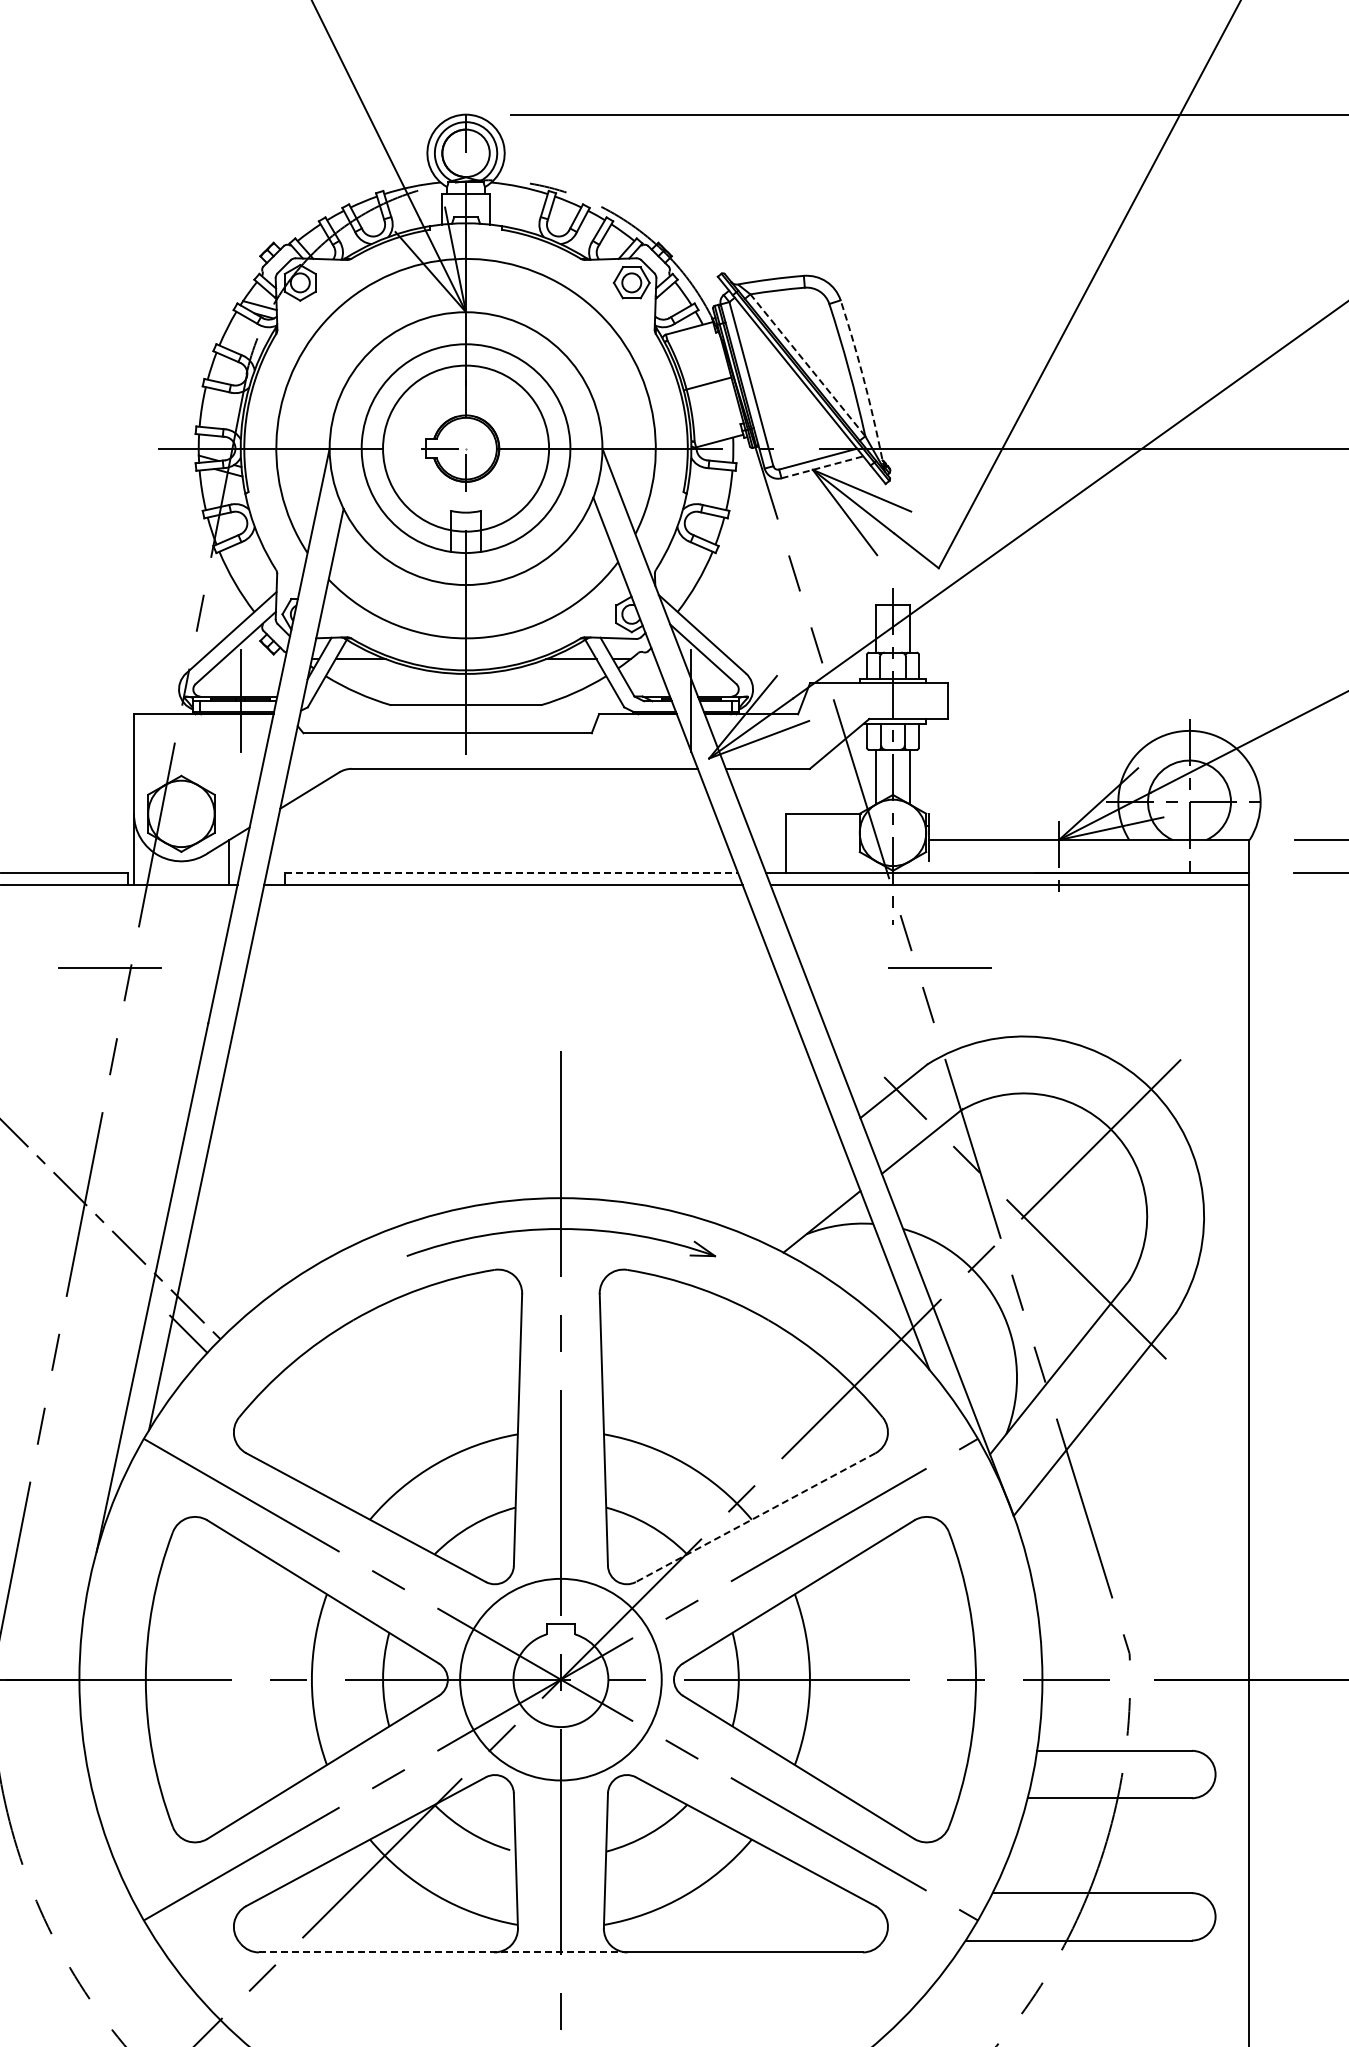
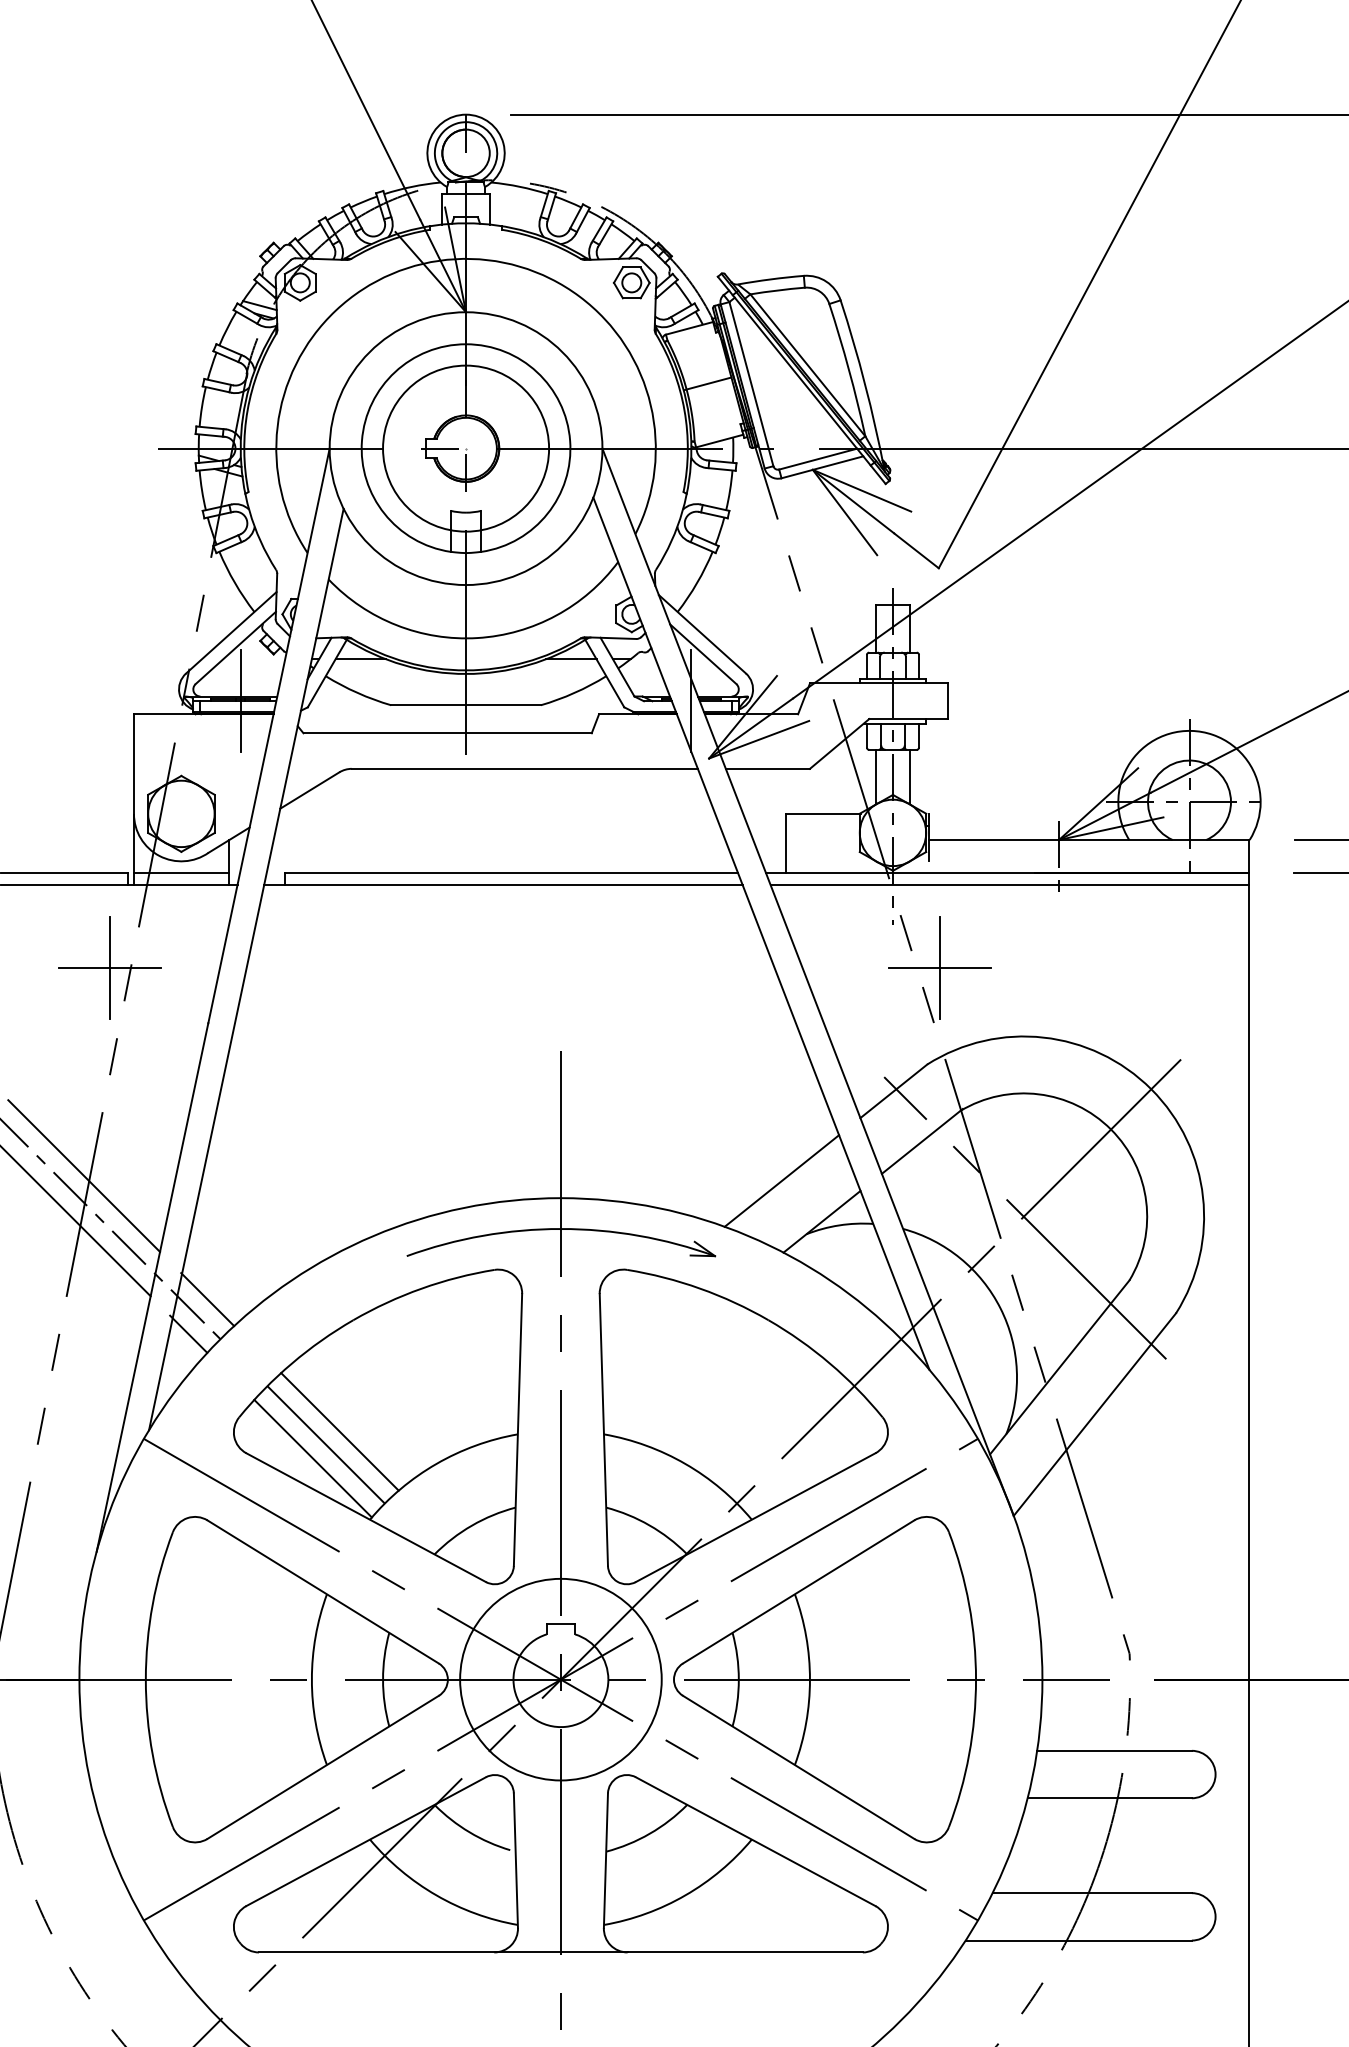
line at (807, 364): dashed -> solid
arc at (865, 384): dashed -> solid
line at (822, 467): dashed -> solid
line at (180, 873): none -> present
line at (511, 873): dashed -> solid
line at (110, 968): none -> present
line at (940, 968): none -> present
line at (84, 1175): none -> present
line at (781, 1180): none -> present
line at (76, 1221): none -> present
line at (207, 1299): none -> present
line at (339, 1431): none -> present
line at (325, 1444): none -> present
line at (312, 1458): none -> present
line at (755, 1517): dashed -> solid
line at (443, 1952): dashed -> solid
